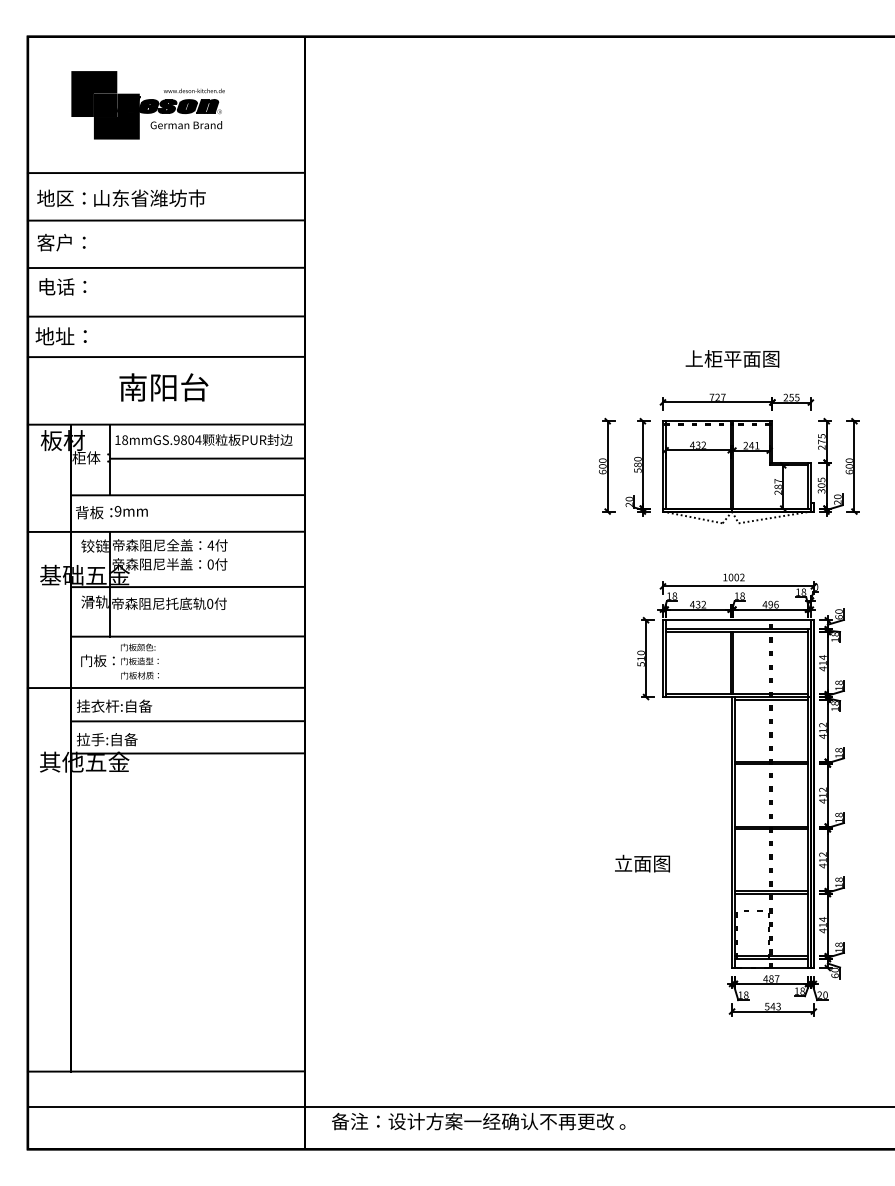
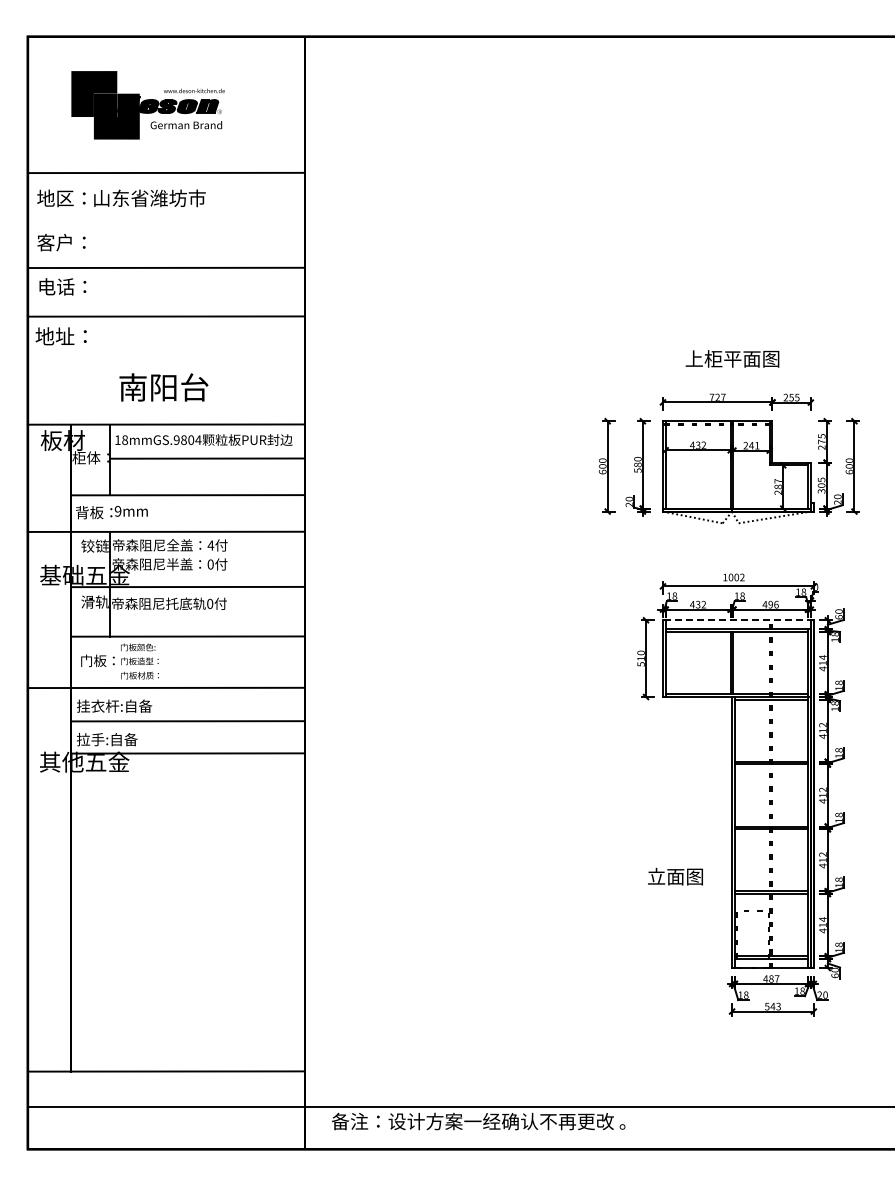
line at (165, 220): present -> none
line at (165, 356): present -> none
line at (737, 620): solid -> dashed
text at (642, 863) position: (642, 863) -> (675, 876)
